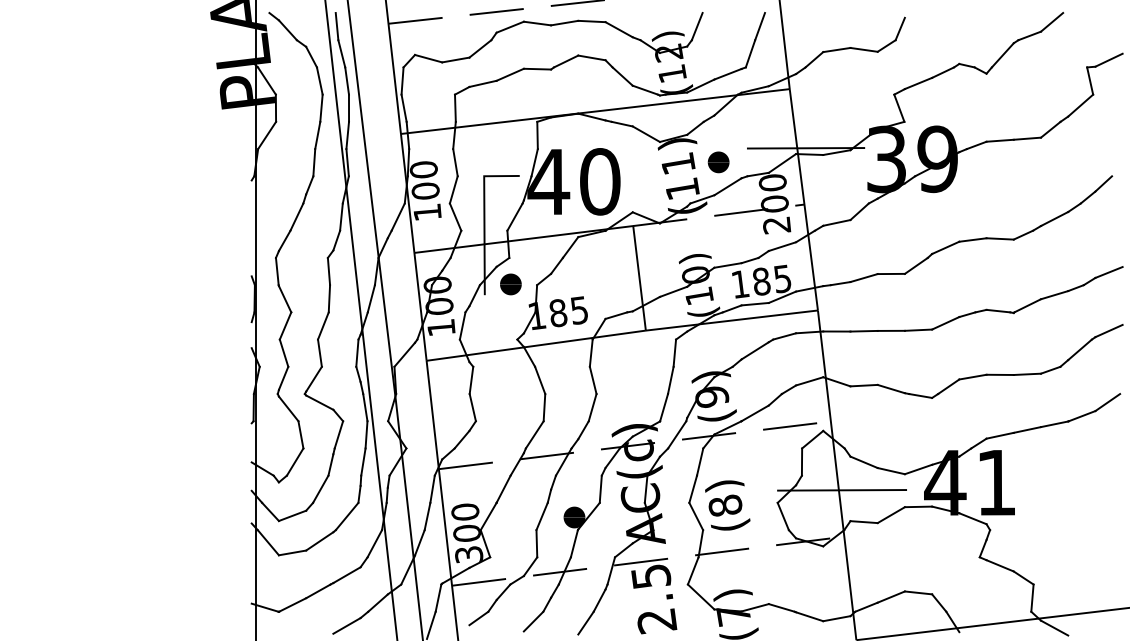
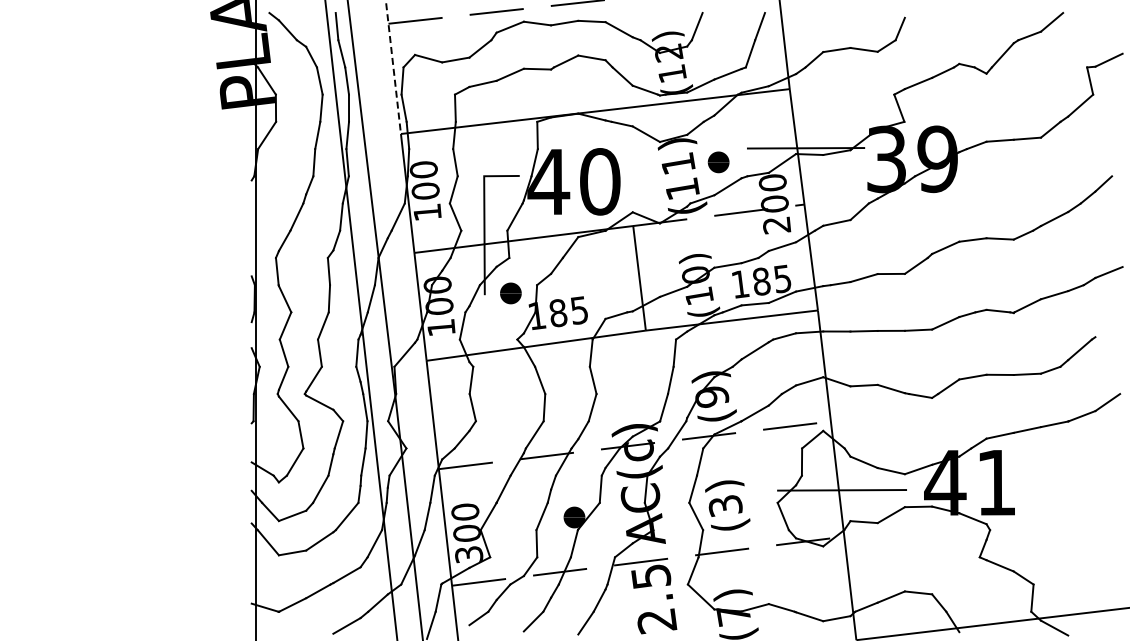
line at (393, 67): solid -> dashed
text at (510, 284) position: (510, 284) -> (510, 293)
line at (1108, 330): present -> none
text at (725, 505): (8) -> (3)
